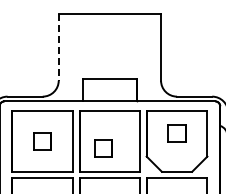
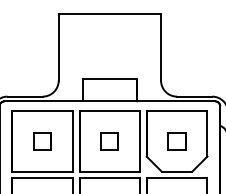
line at (58, 47): dashed -> solid
part at (176, 133) position: (176, 133) -> (176, 141)
part at (103, 148) position: (103, 148) -> (109, 141)
